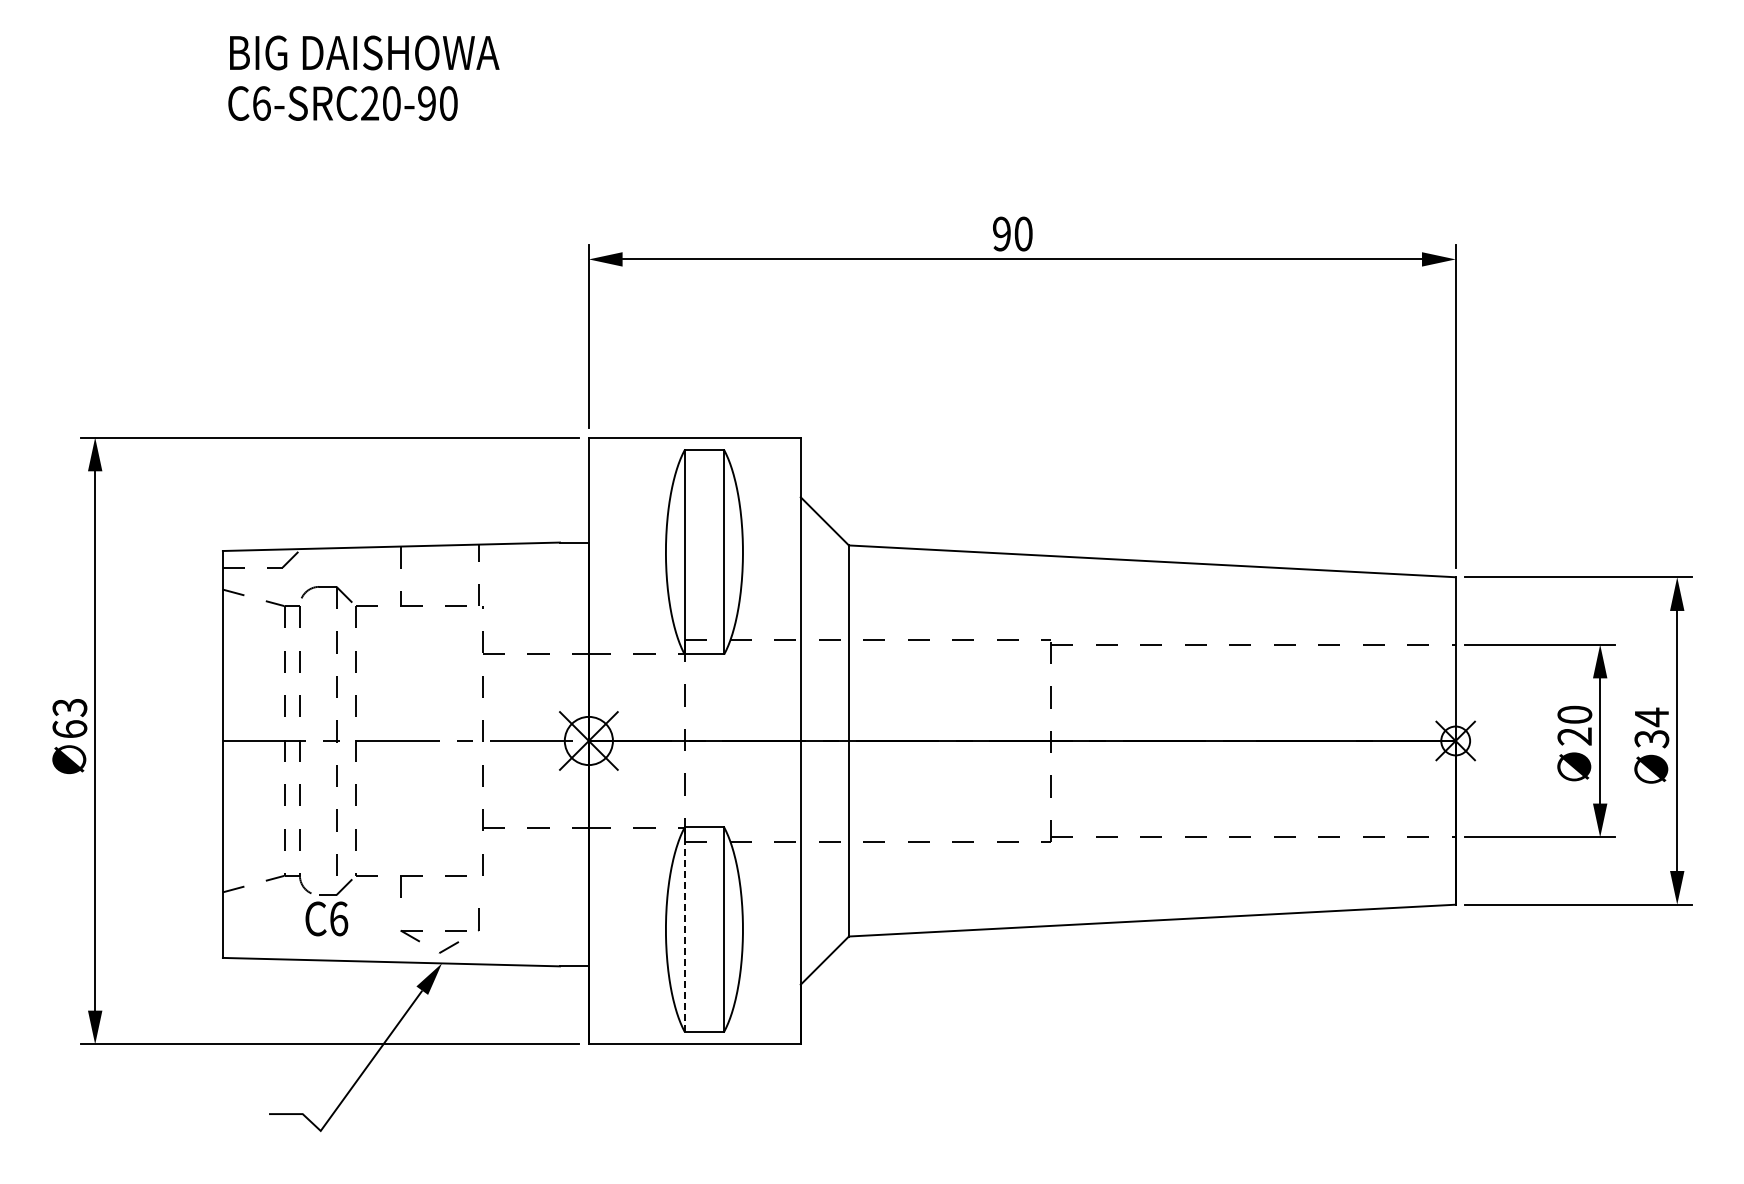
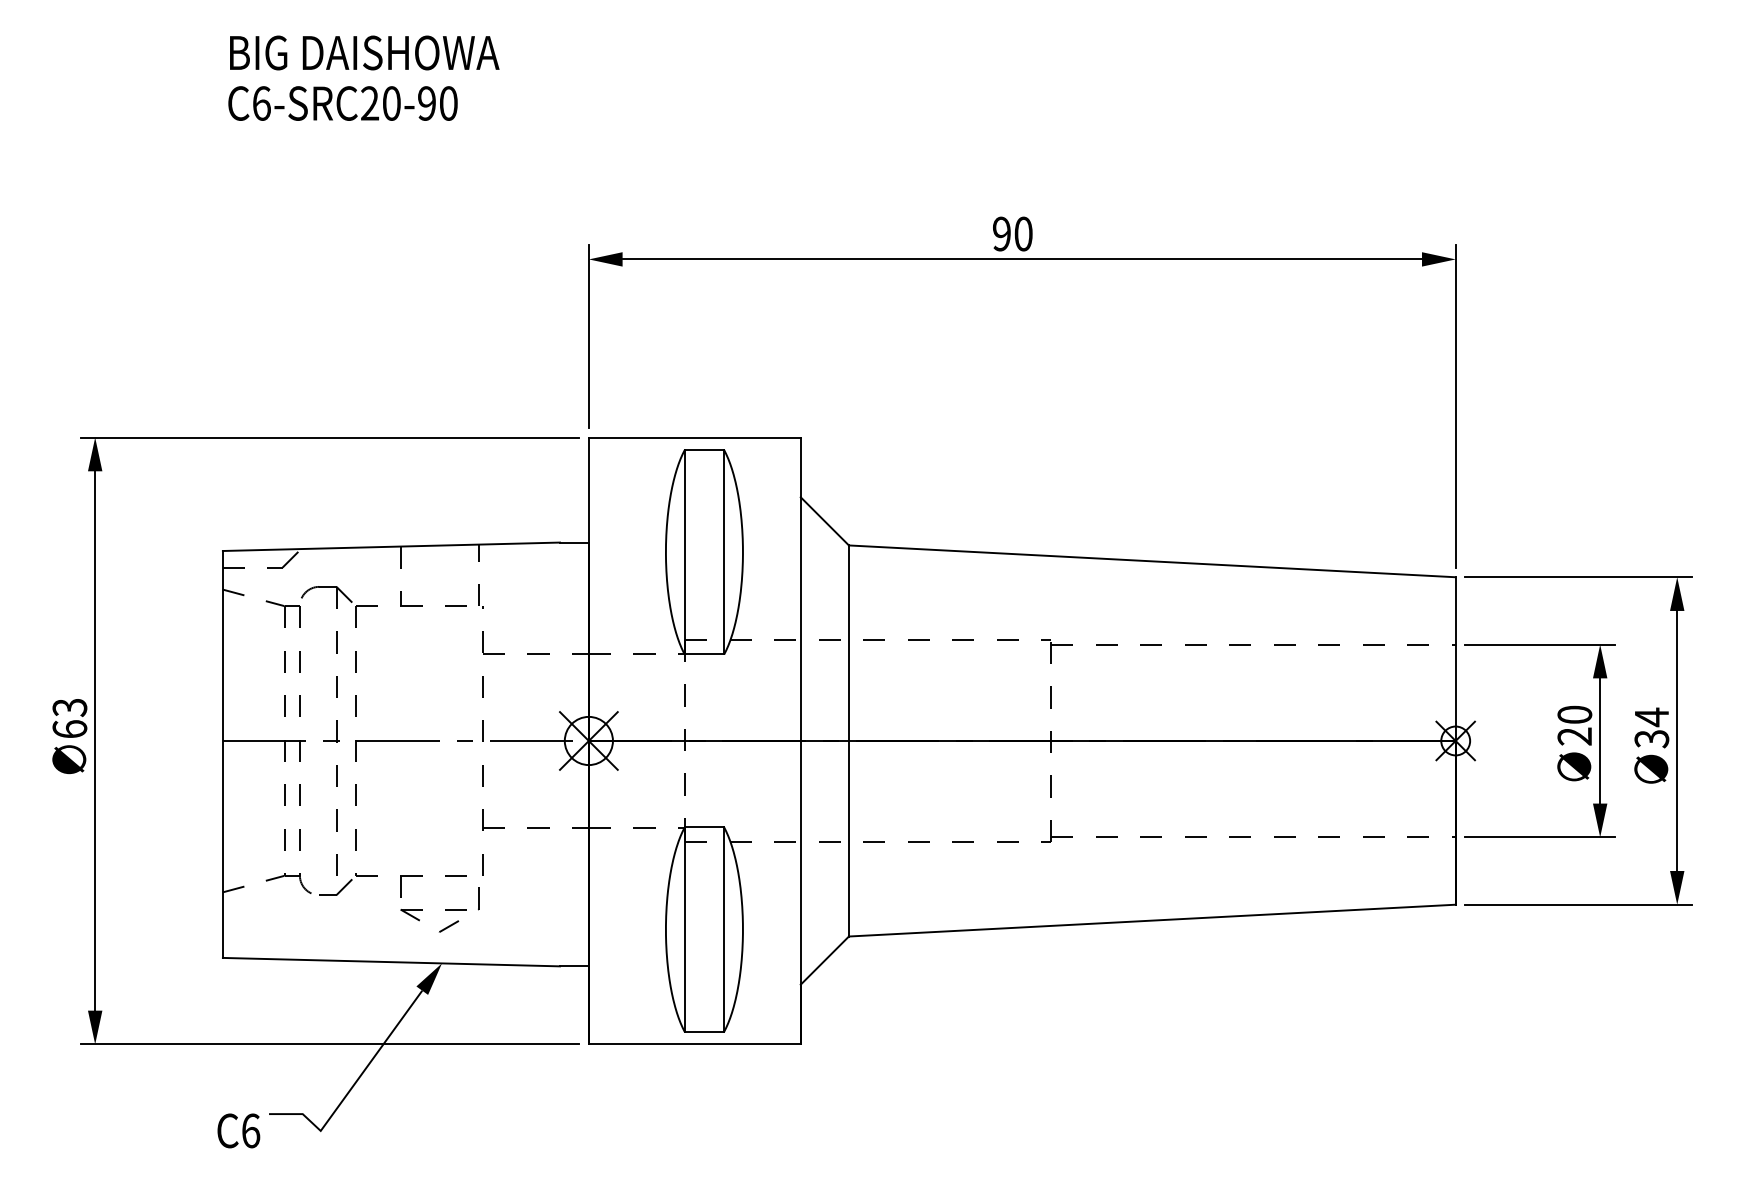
text at (326, 918) position: (326, 918) -> (238, 1130)
part at (439, 930) position: (439, 930) -> (439, 909)
line at (684, 930): dashed -> solid
